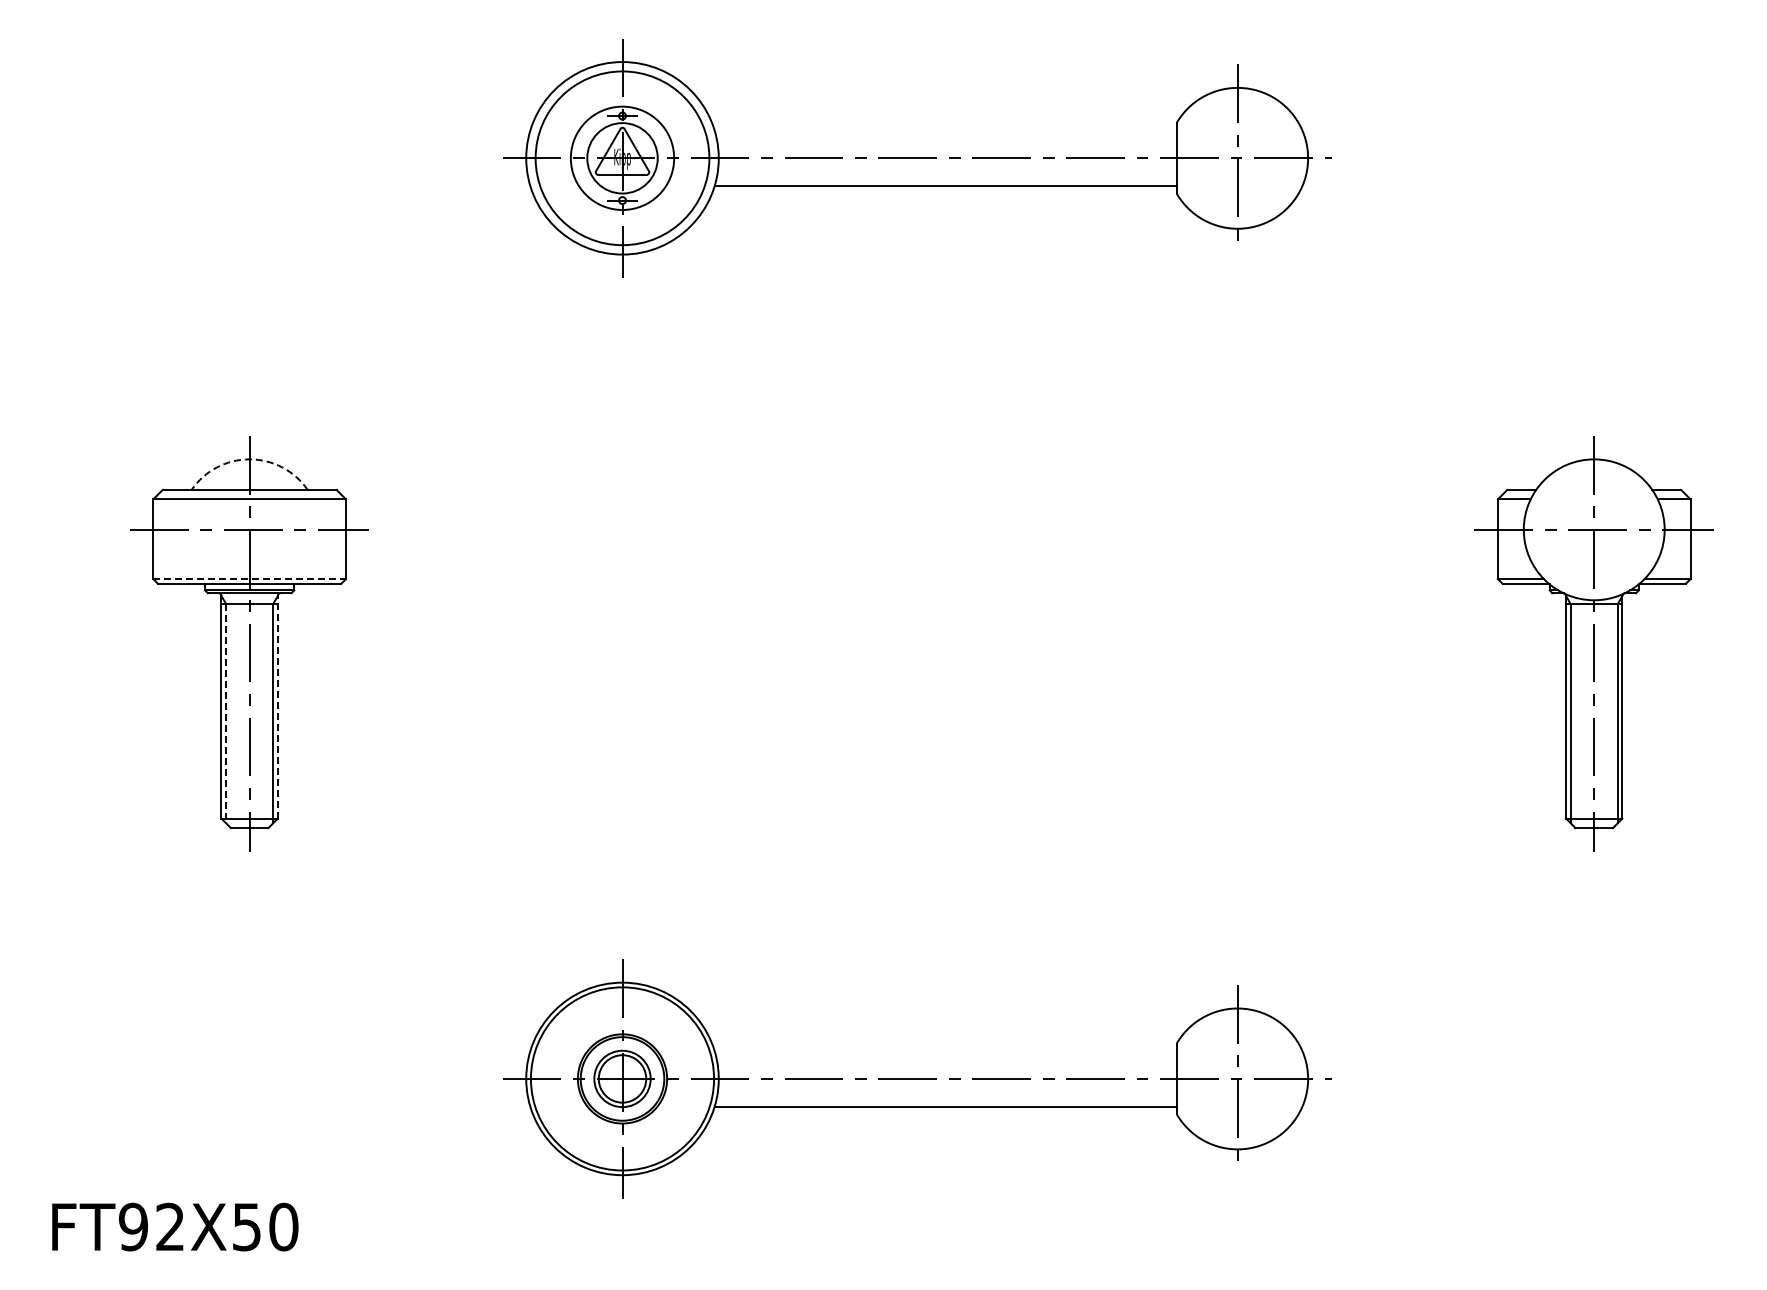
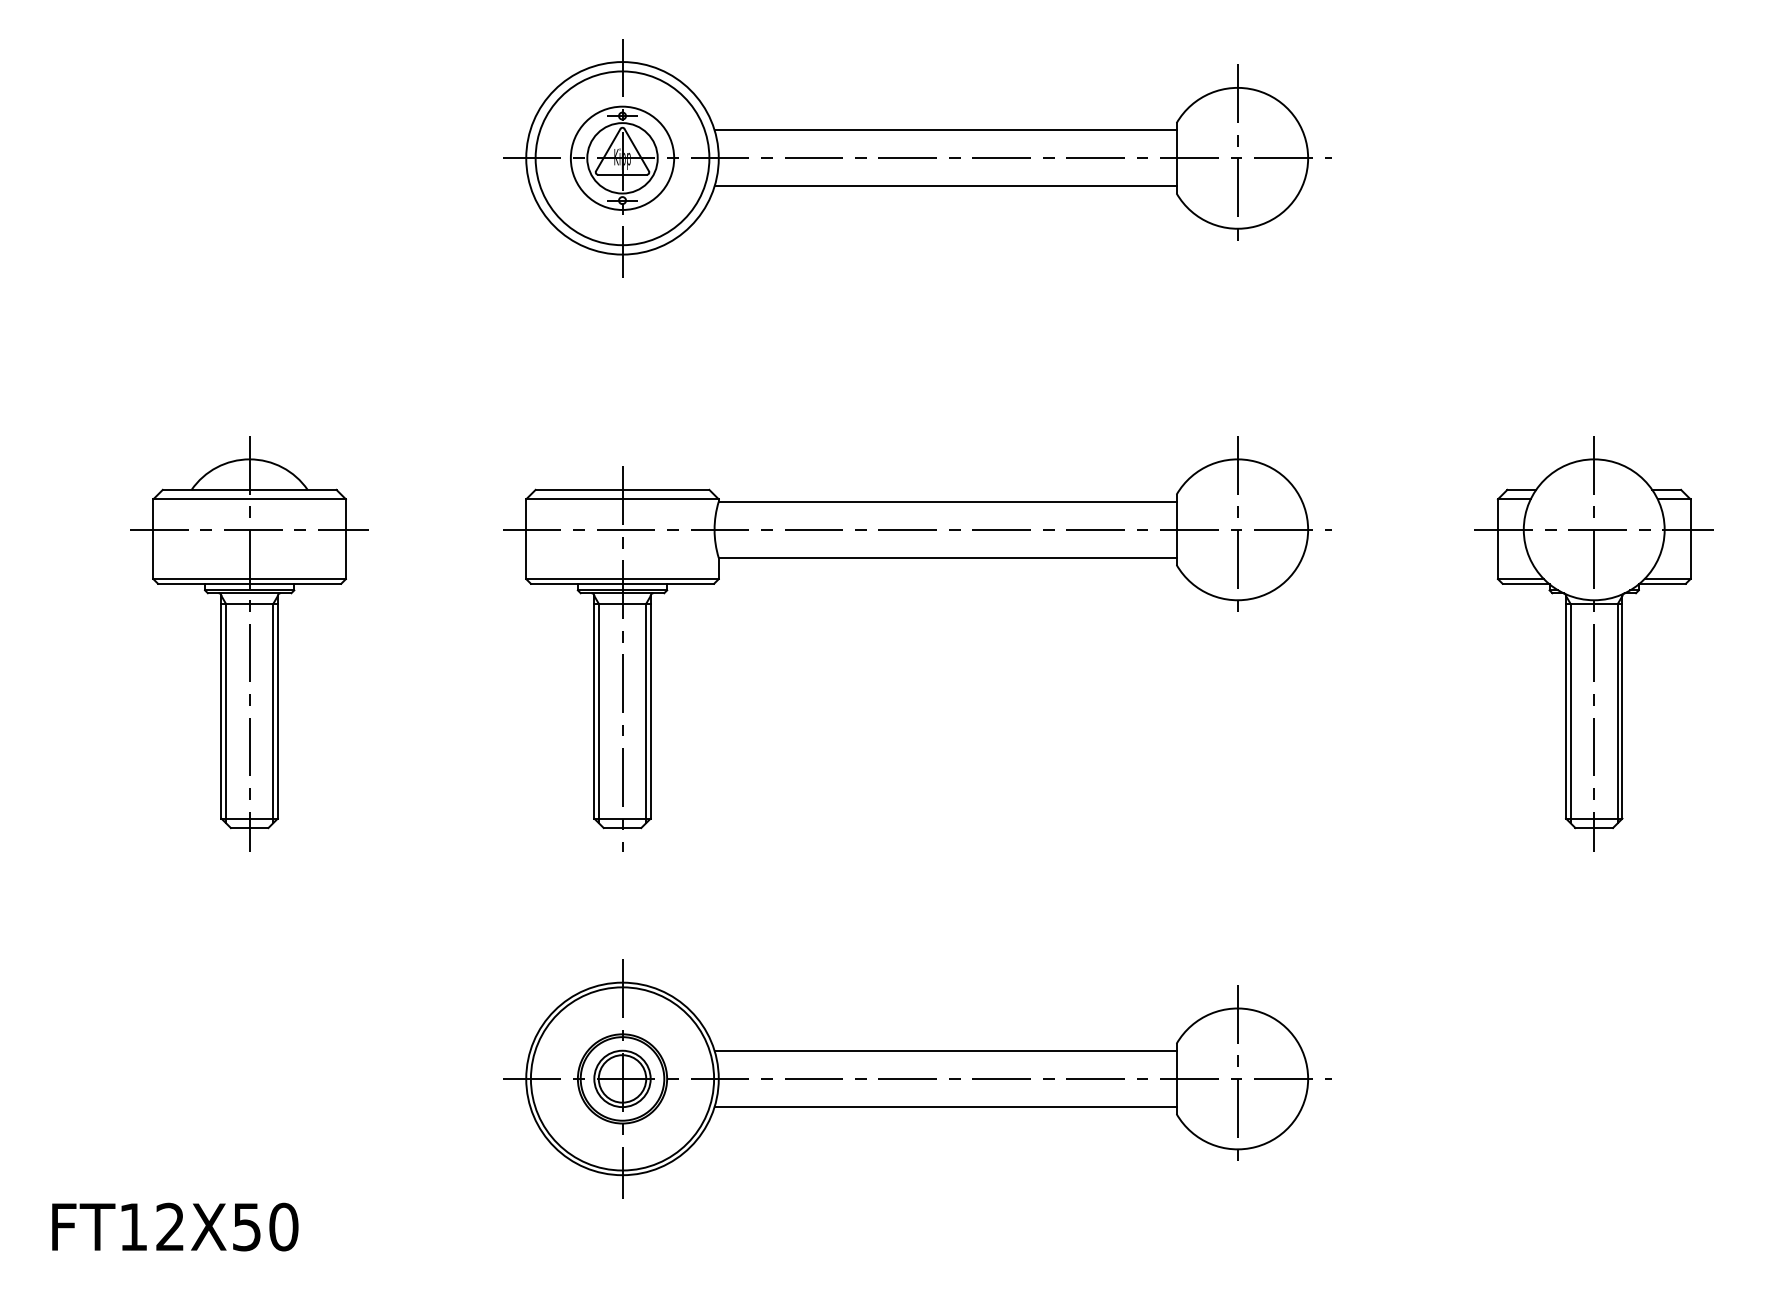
line at (945, 130): none -> present
arc at (249, 459): dashed -> solid
part at (917, 558): none -> present
line at (250, 579): dashed -> solid
line at (277, 706): dashed -> solid
line at (225, 713): dashed -> solid
line at (945, 1050): none -> present
text at (133, 1226): FT92X50 -> FT12X50
